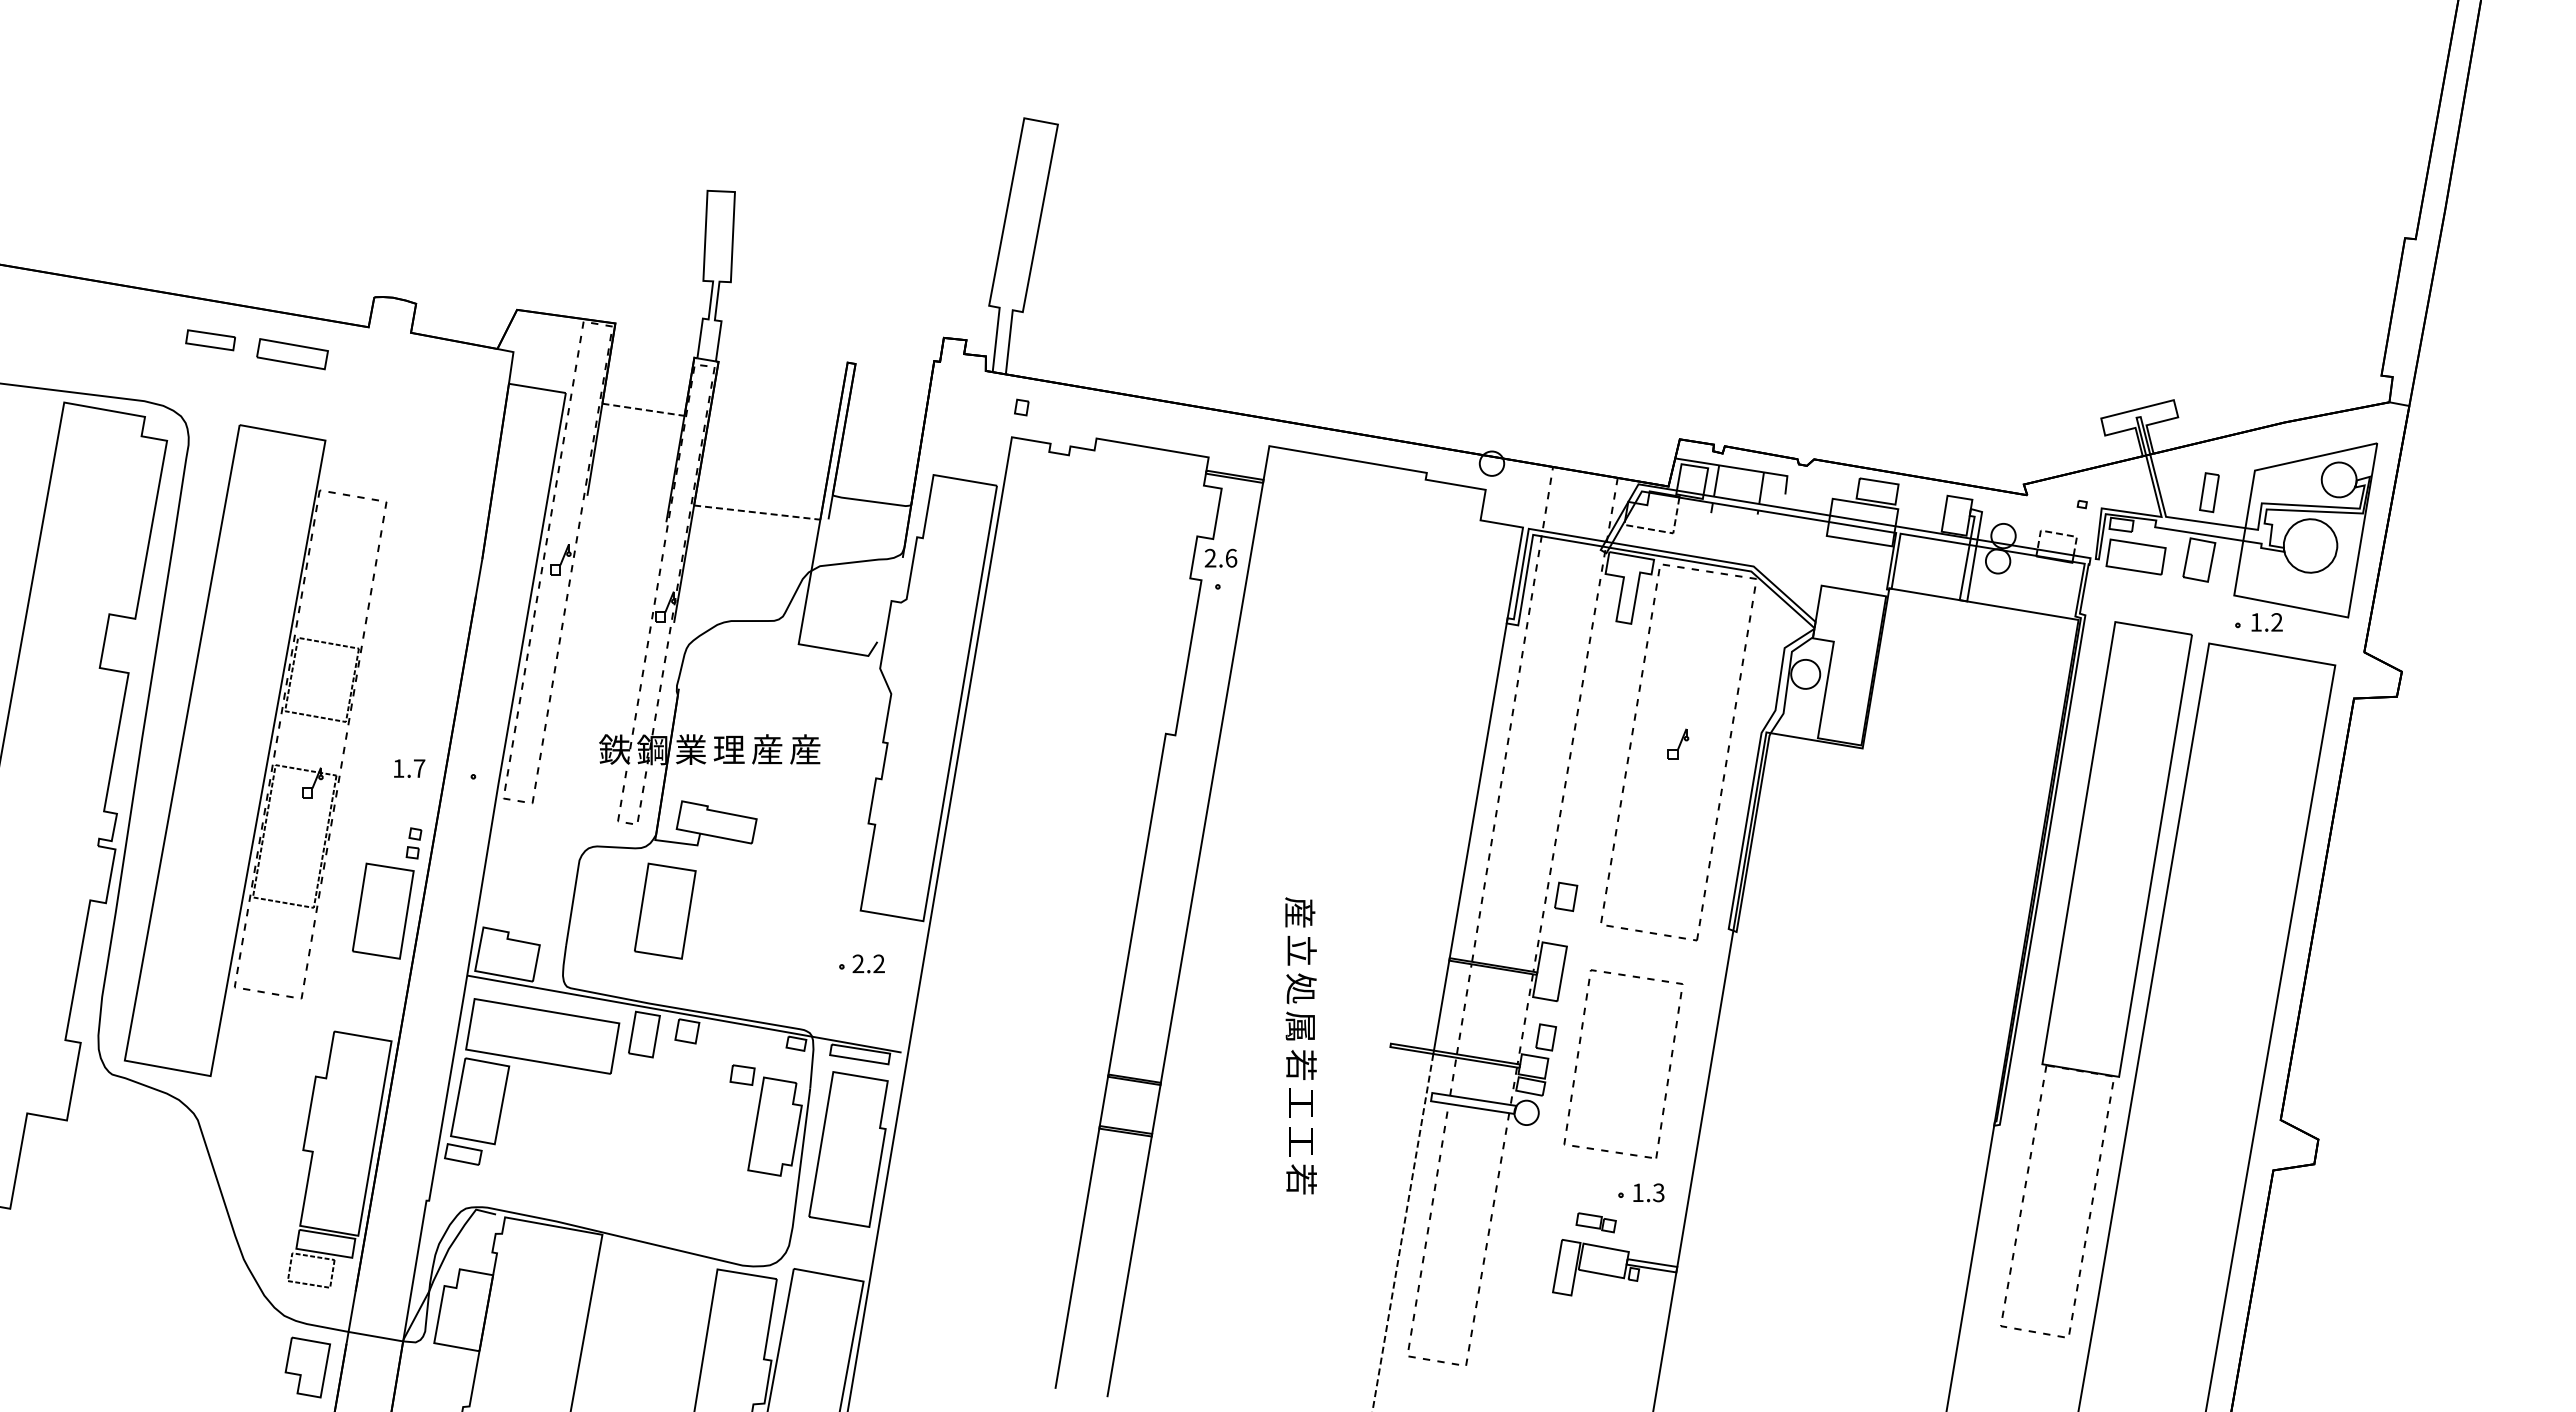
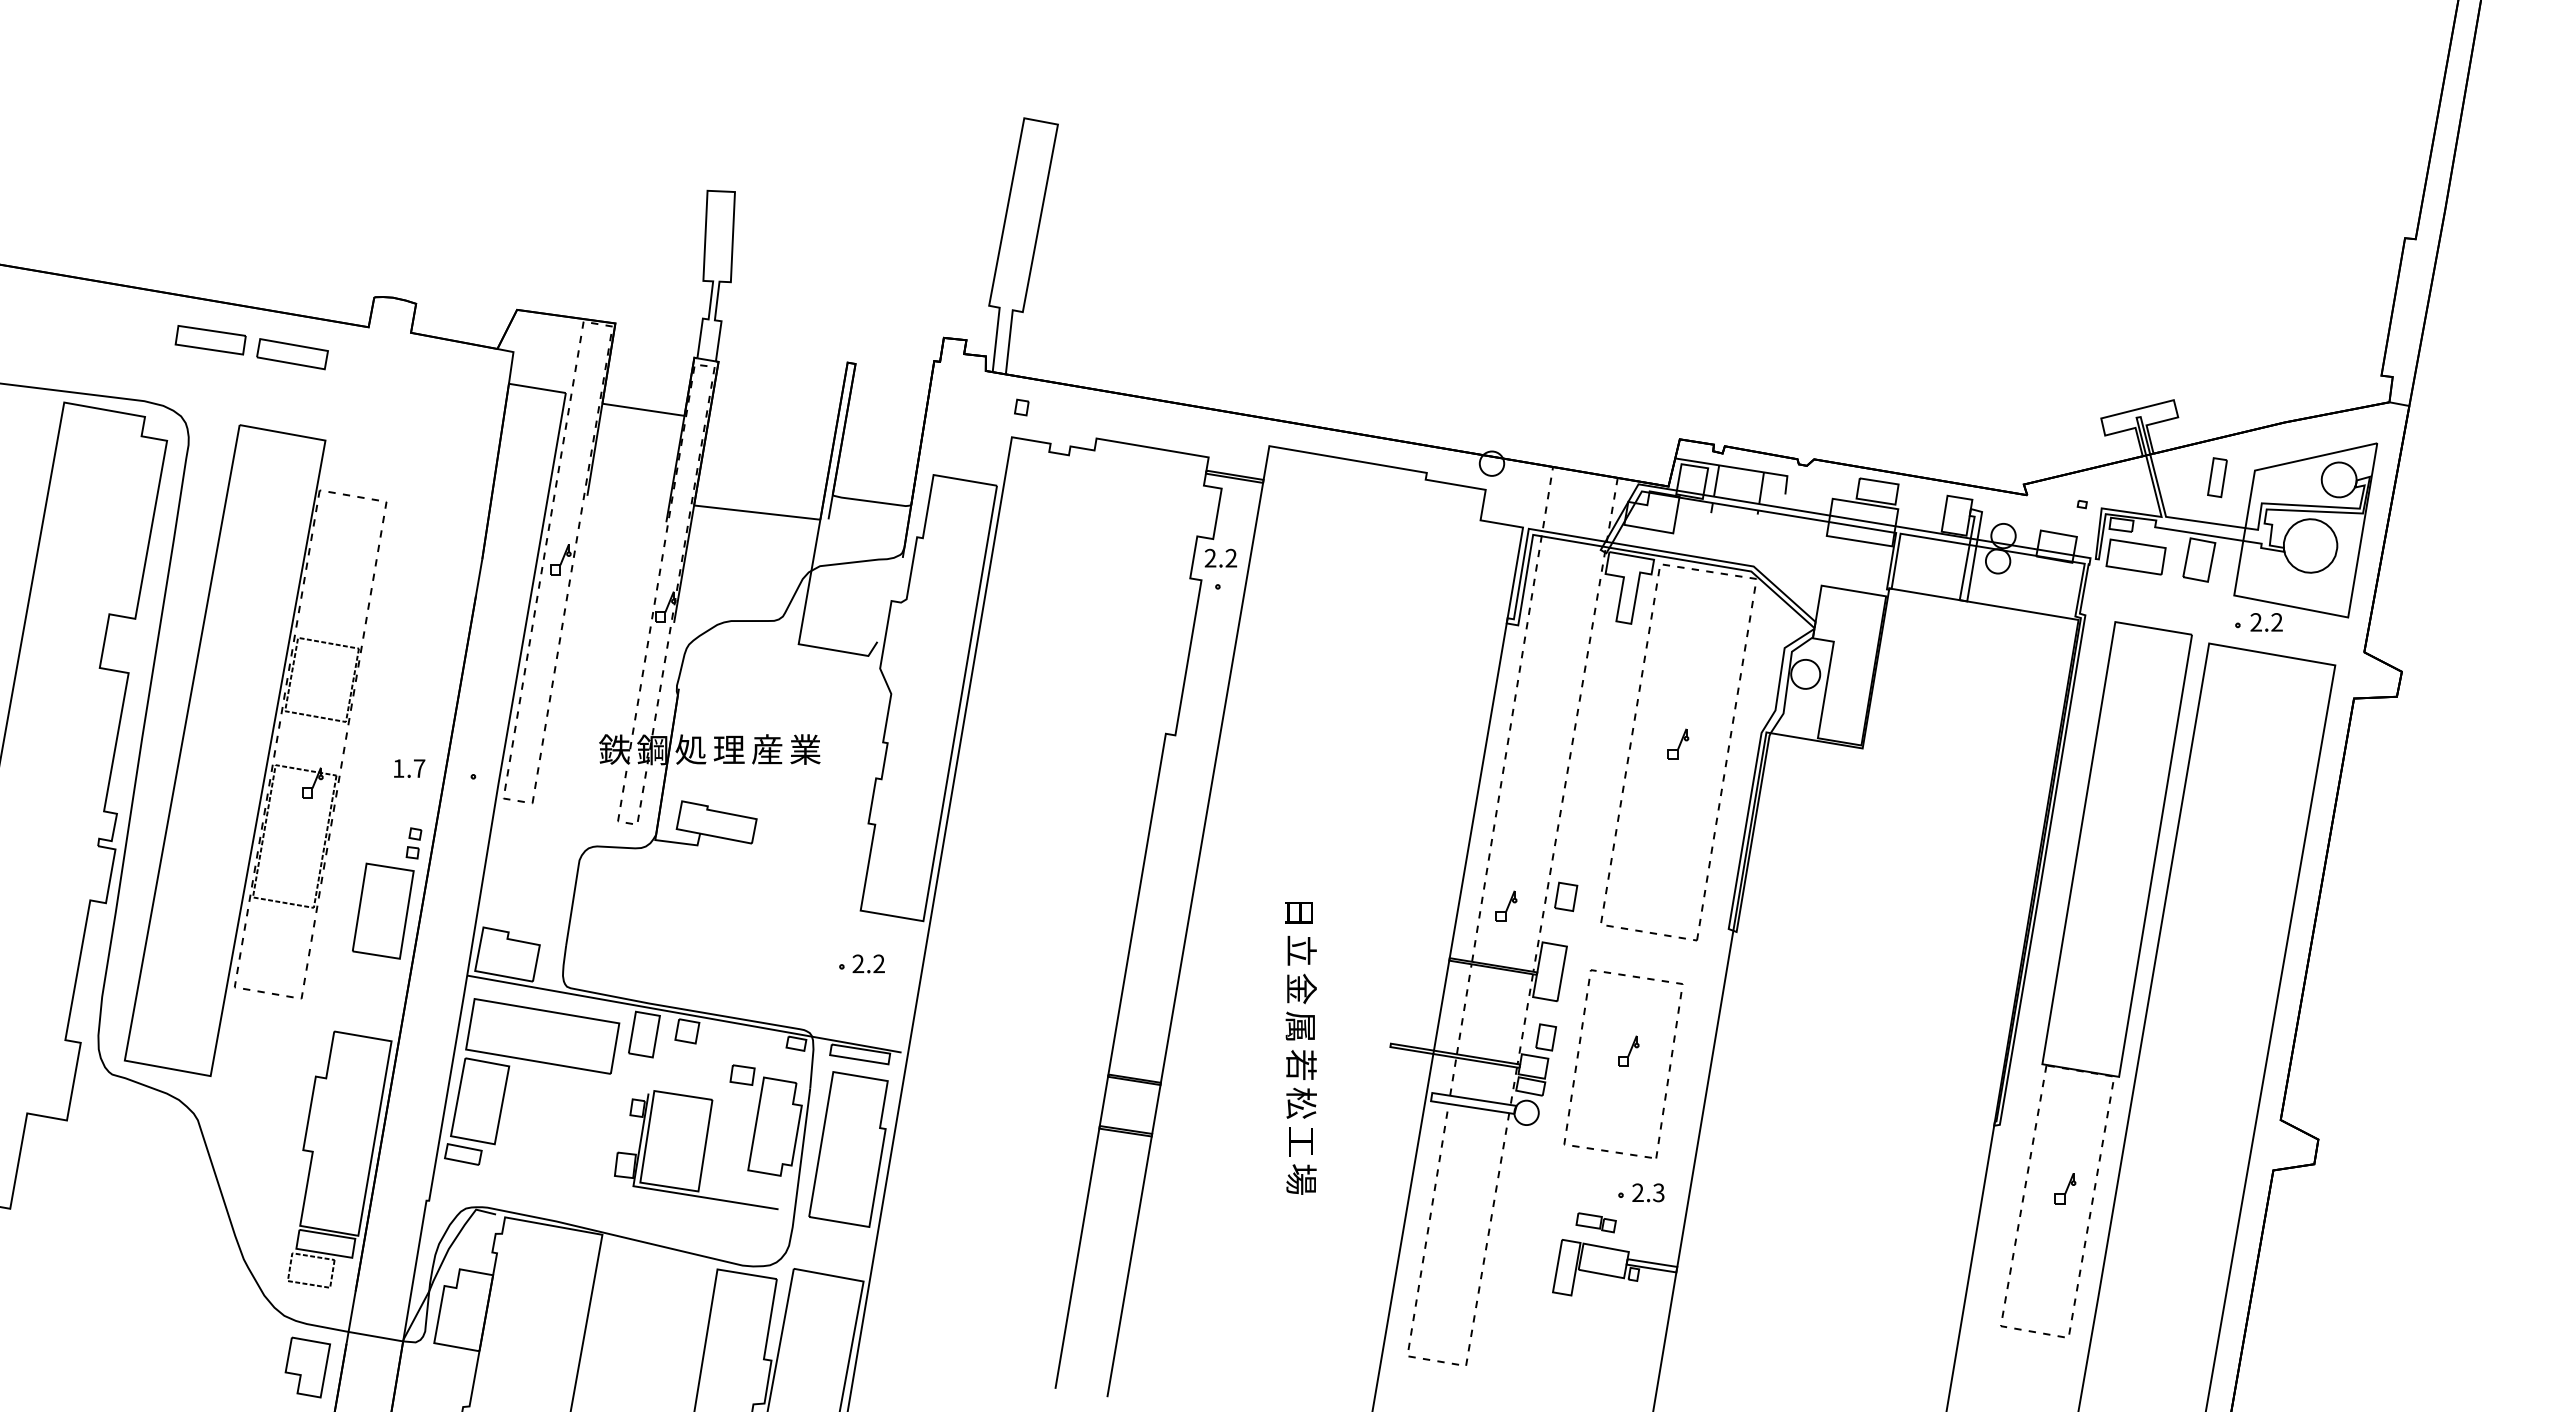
part at (210, 340) size: 51x23 px -> 73x31 px
line at (643, 409): dashed -> solid
part at (2209, 492) position: (2209, 492) -> (2217, 477)
line at (757, 512): dashed -> solid
line at (1664, 531): dashed -> solid
line at (2058, 533): dashed -> solid
text at (1231, 557): 2.6 -> 2.2
text at (2255, 622): 1.2 -> 2.2
text at (690, 749): 業 -> 処
text at (805, 749): 産 -> 業
part at (1506, 905): none -> present
part at (665, 910): present -> none
text at (1300, 912): 産 -> 日
text at (1301, 988): 処 -> 金
part at (1628, 1050): none -> present
text at (1301, 1102): 工 -> 松
part at (696, 1150): none -> present
text at (1301, 1179): 若 -> 場
part at (2065, 1188): none -> present
text at (1637, 1192): 1.3 -> 2.3
line at (1402, 1233): dashed -> solid
